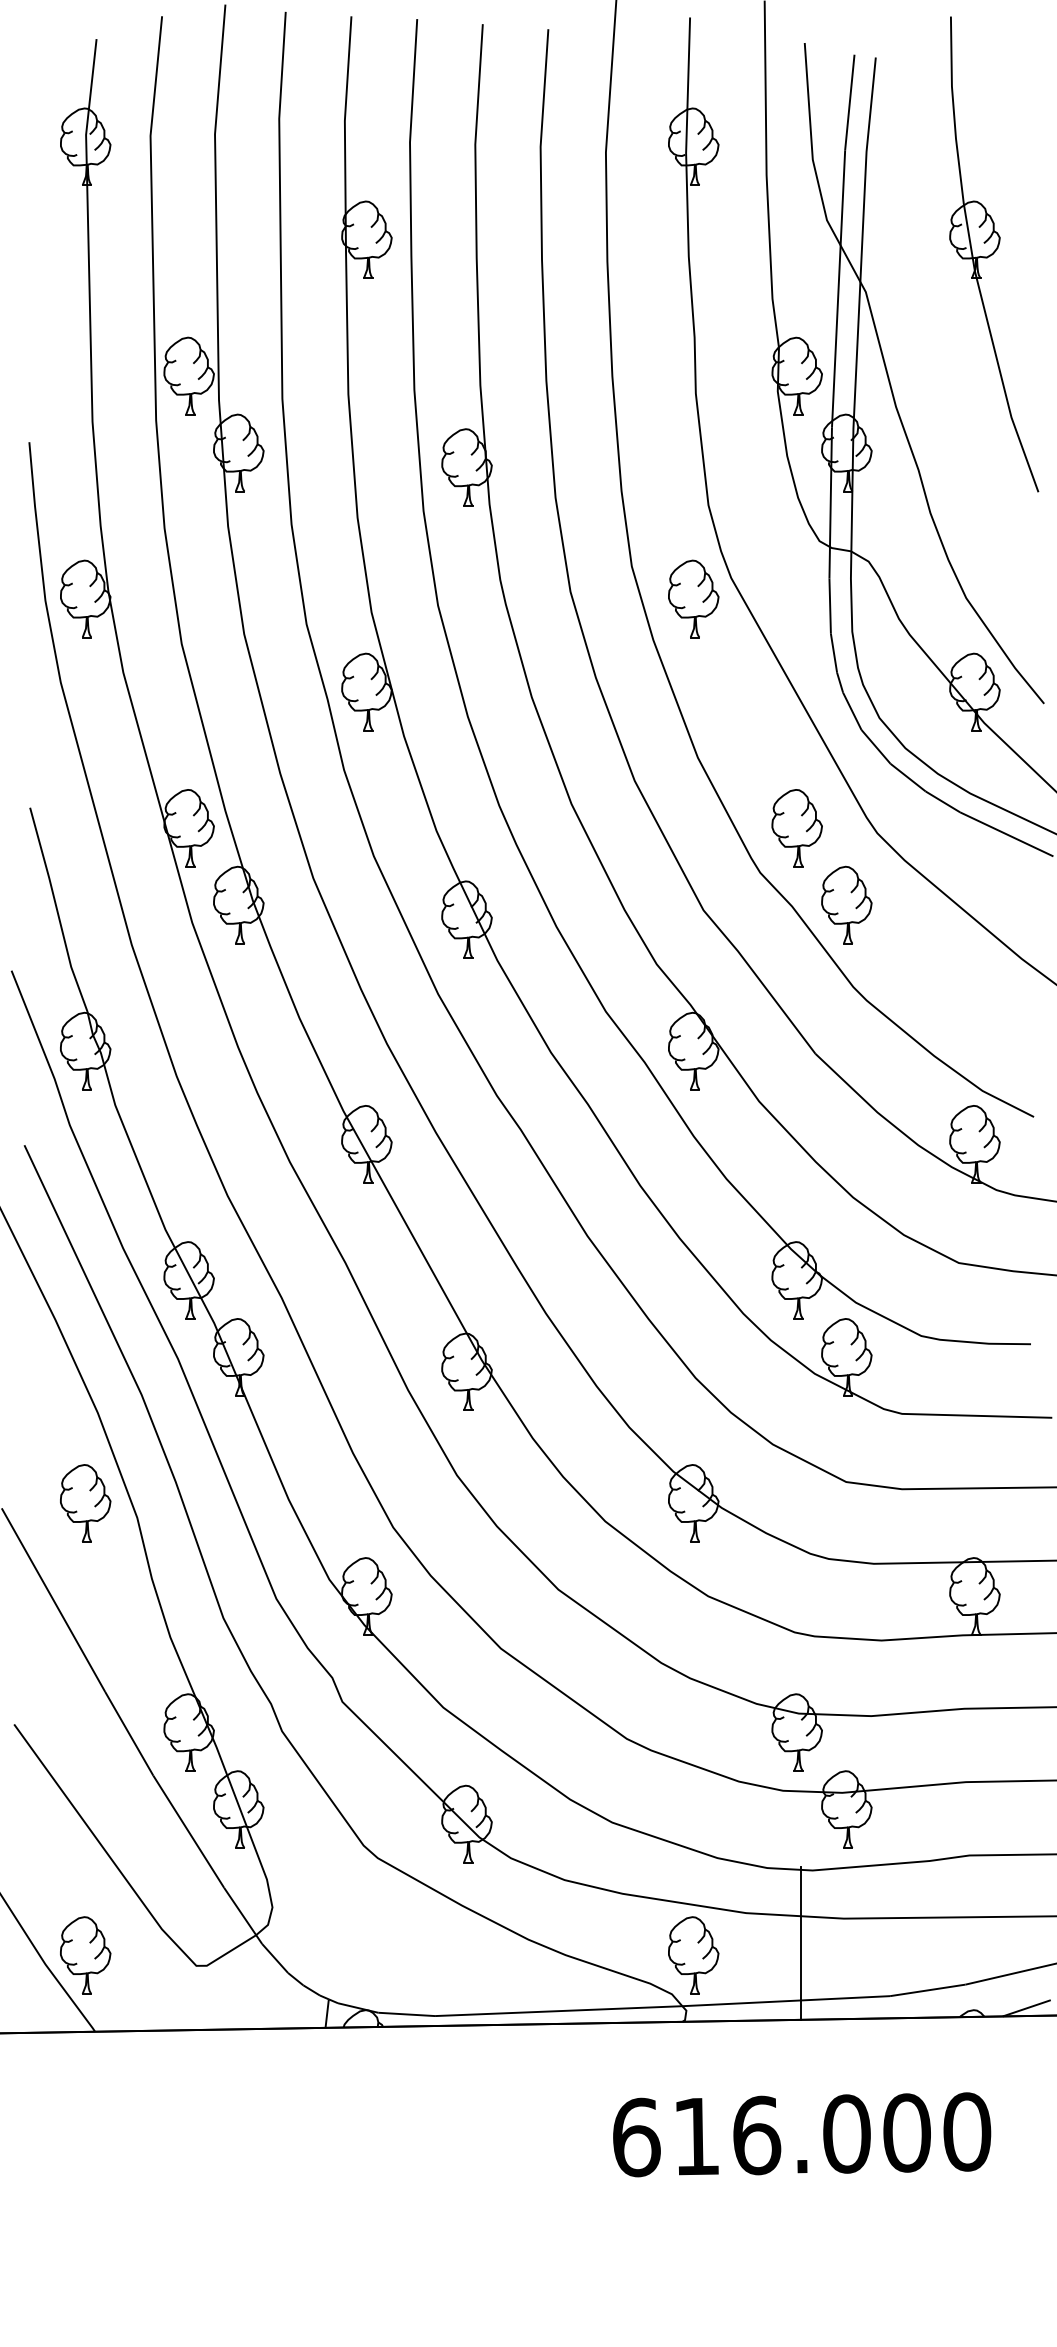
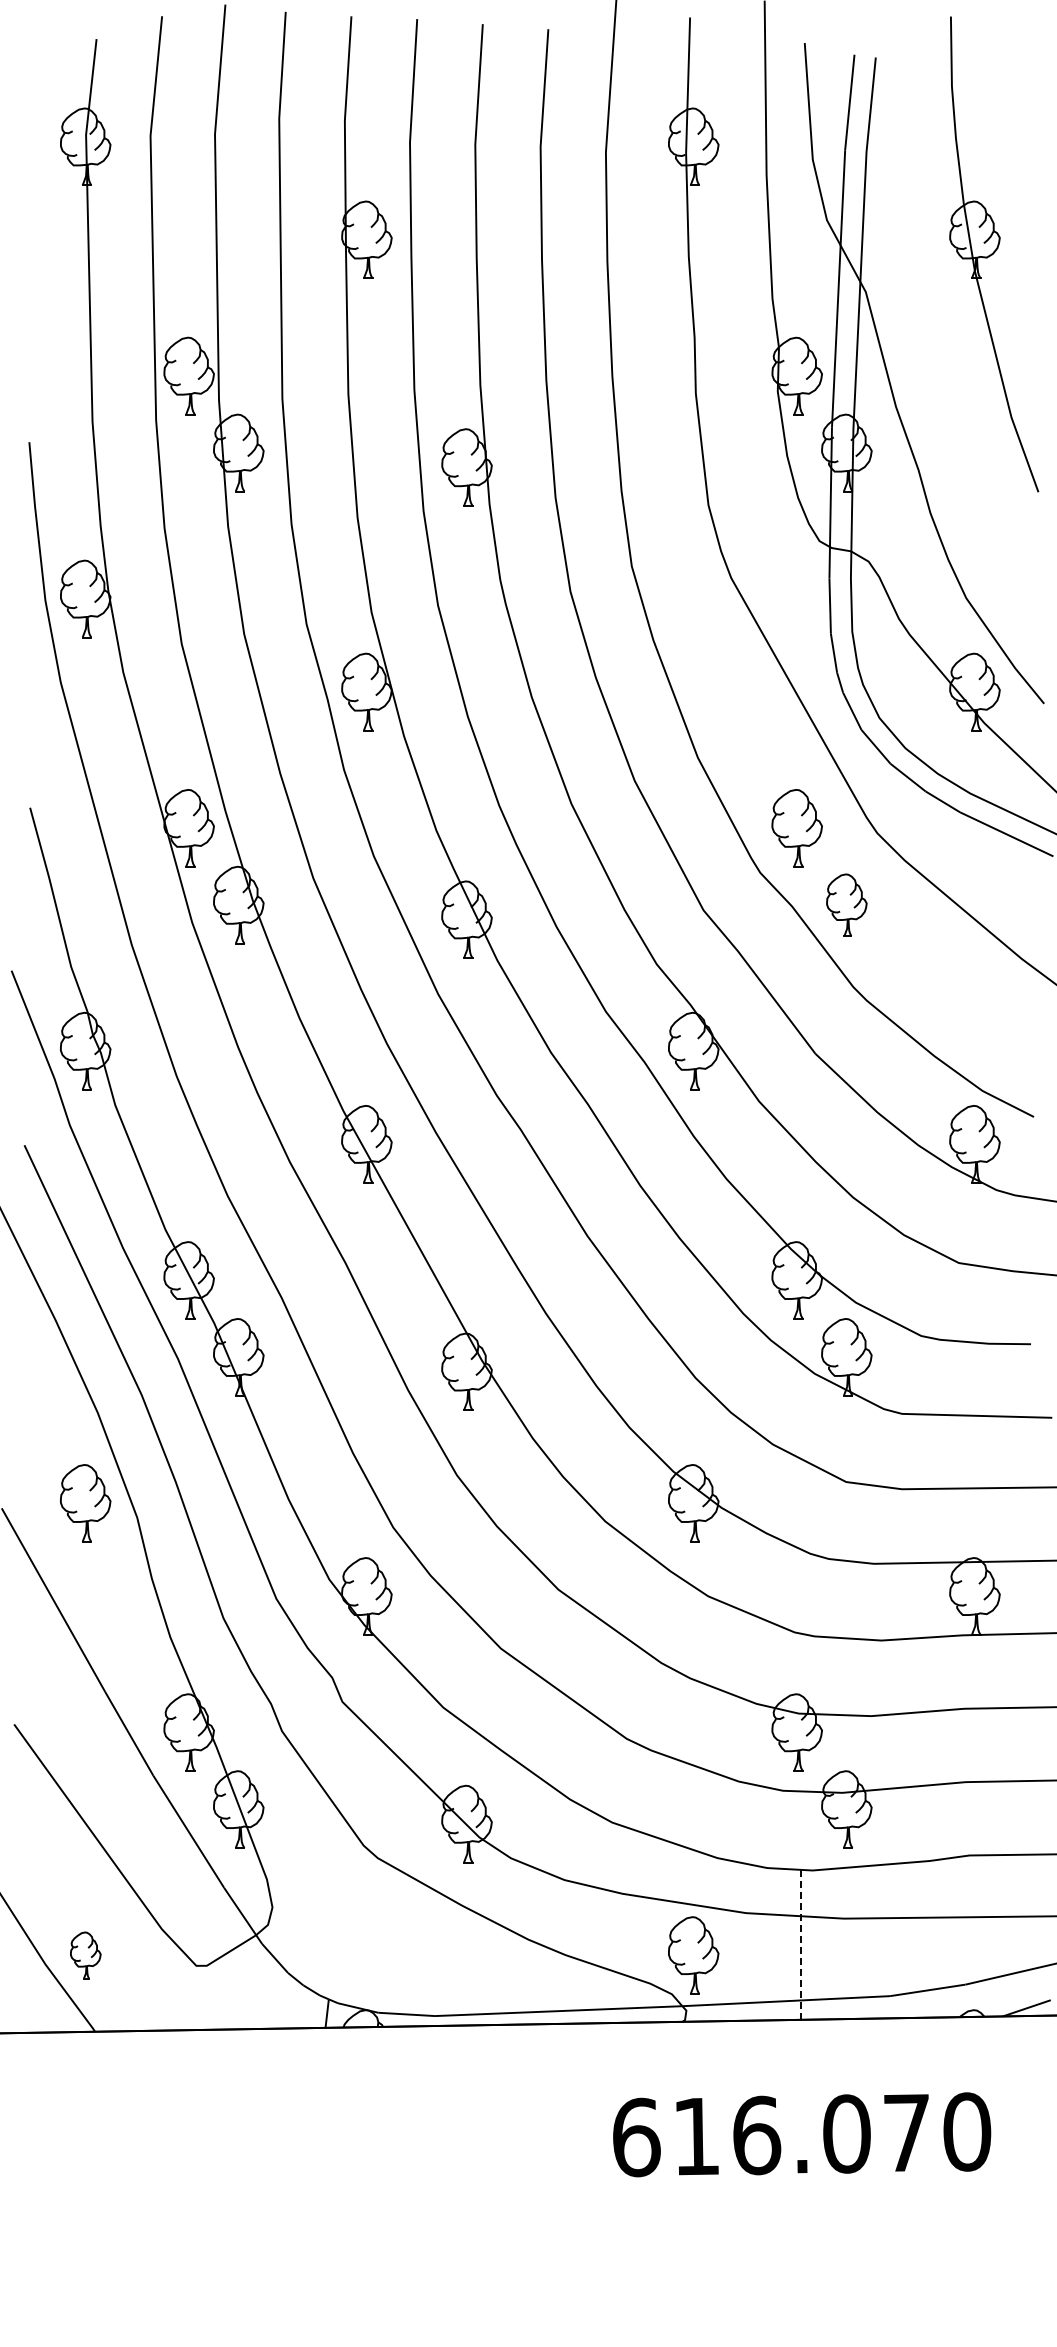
part at (693, 598): present -> none
part at (846, 904) size: 52x80 px -> 42x64 px
line at (801, 1943): solid -> dashed
part at (85, 1955) size: 52x79 px -> 32x49 px
text at (906, 2132): 616.000 -> 616.070
